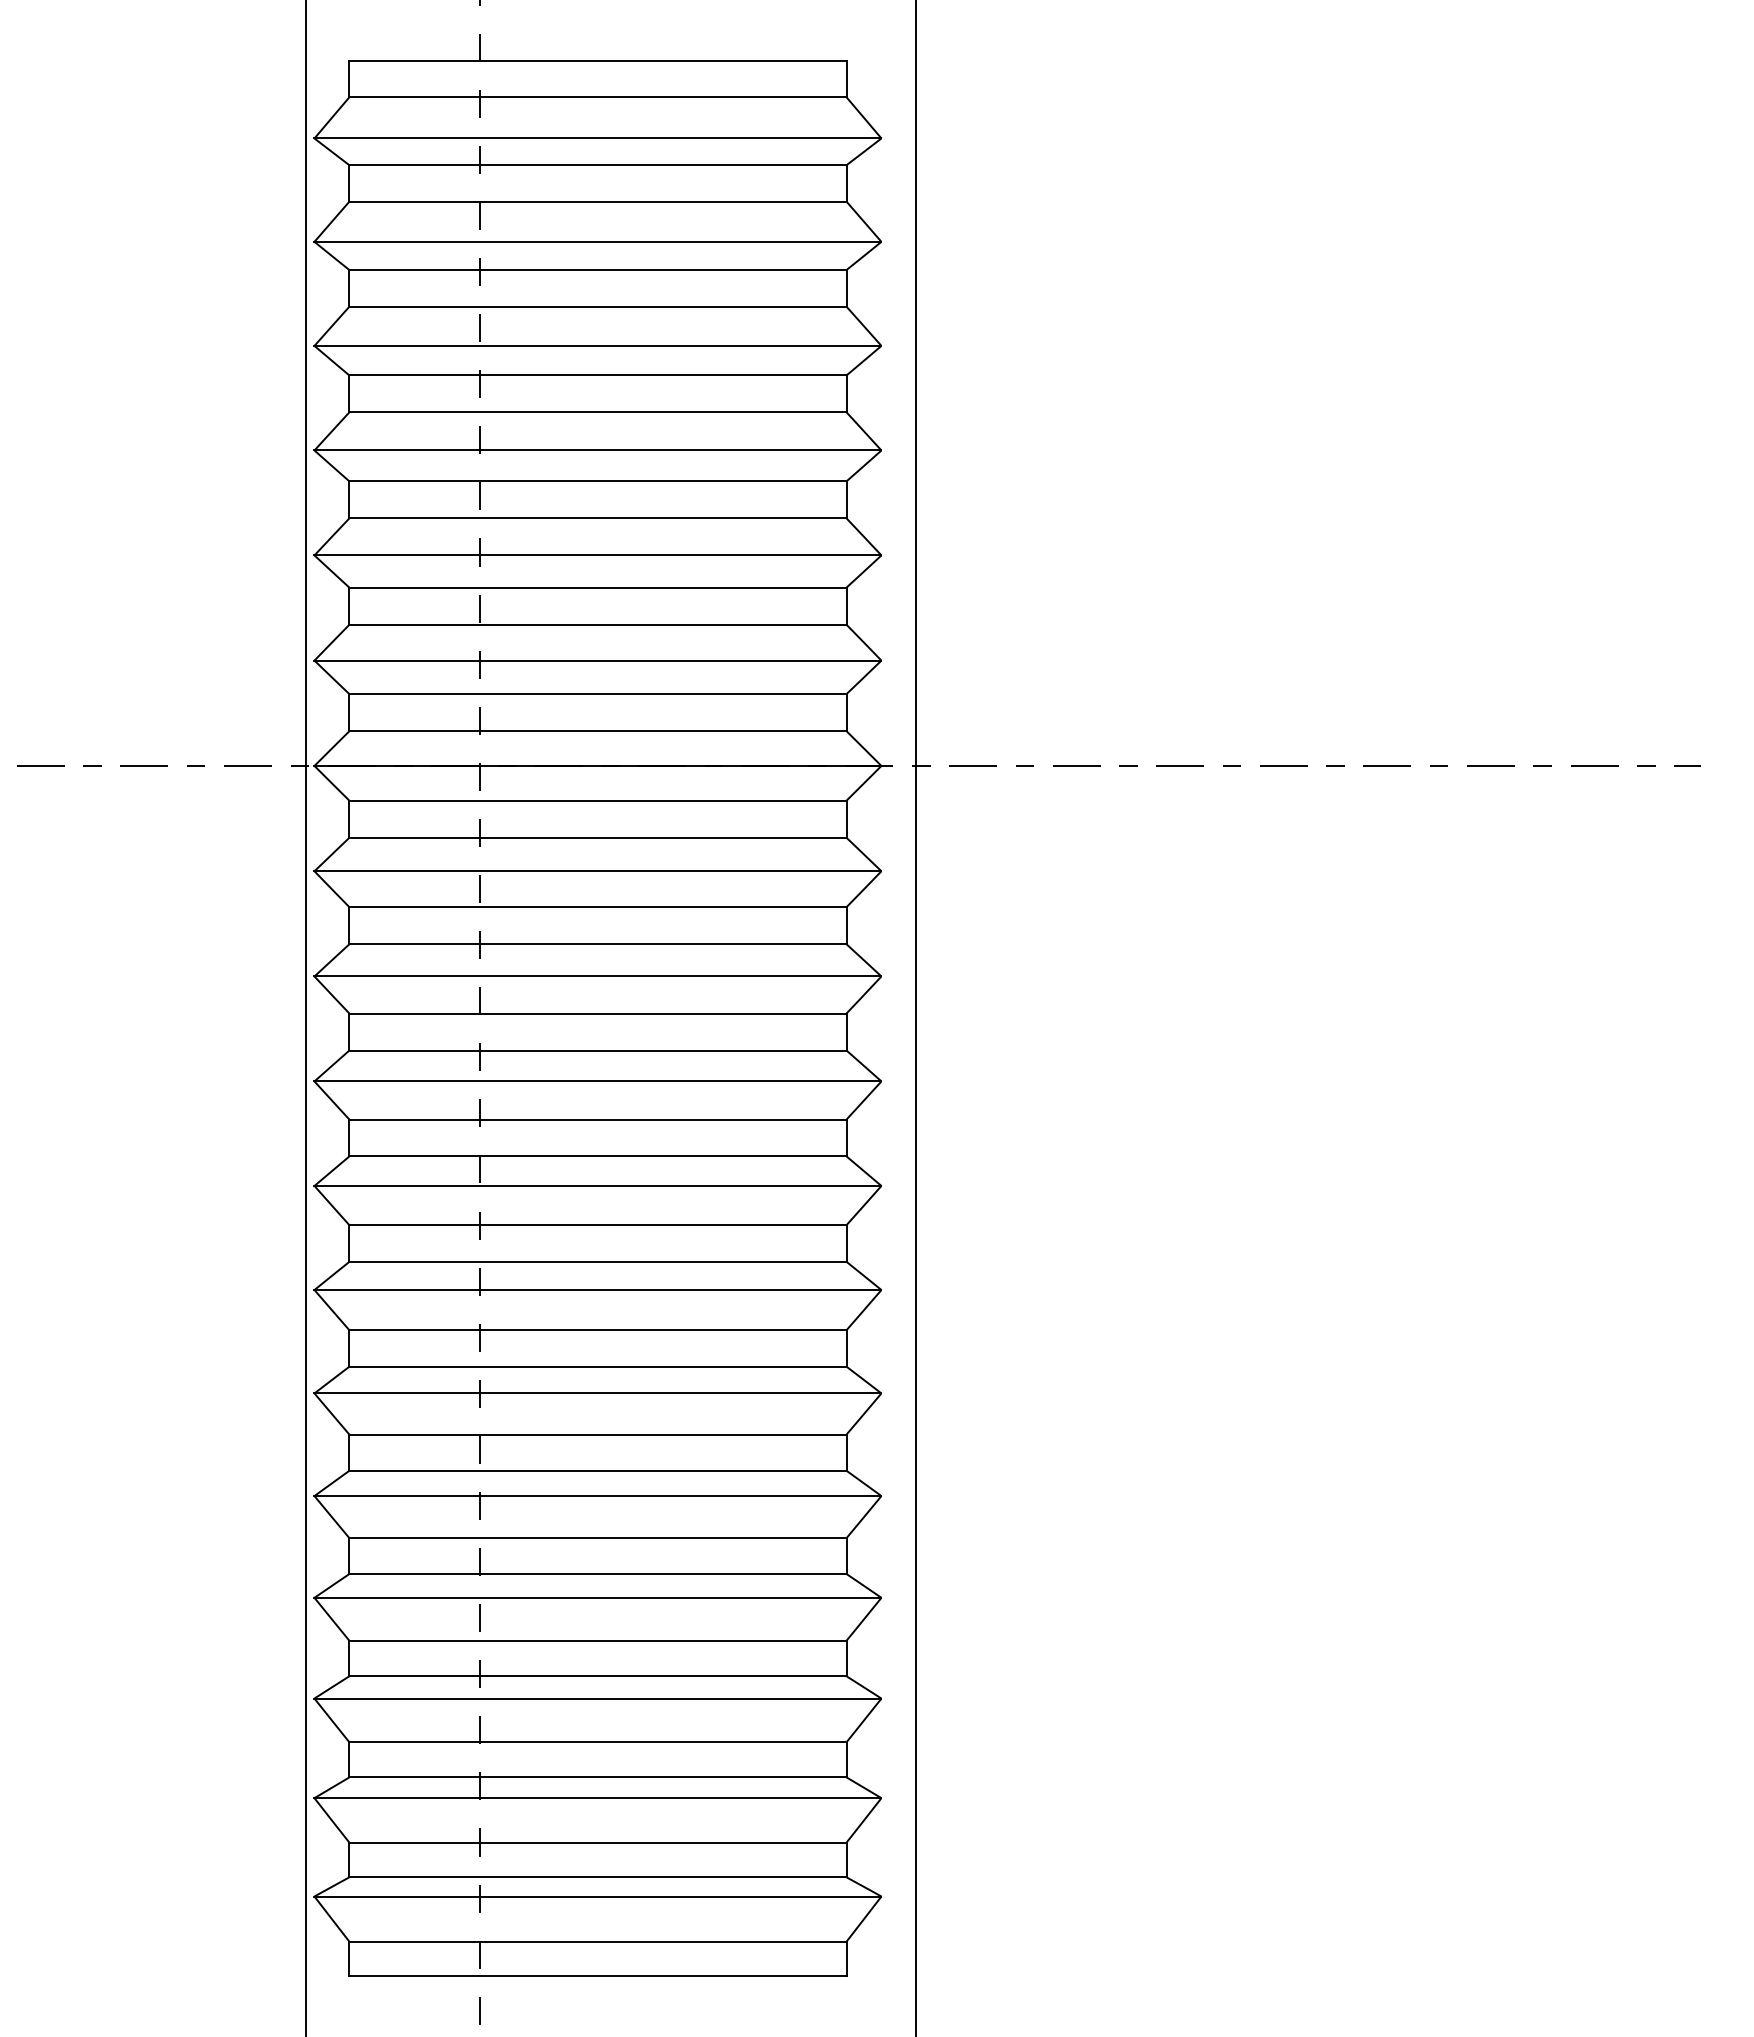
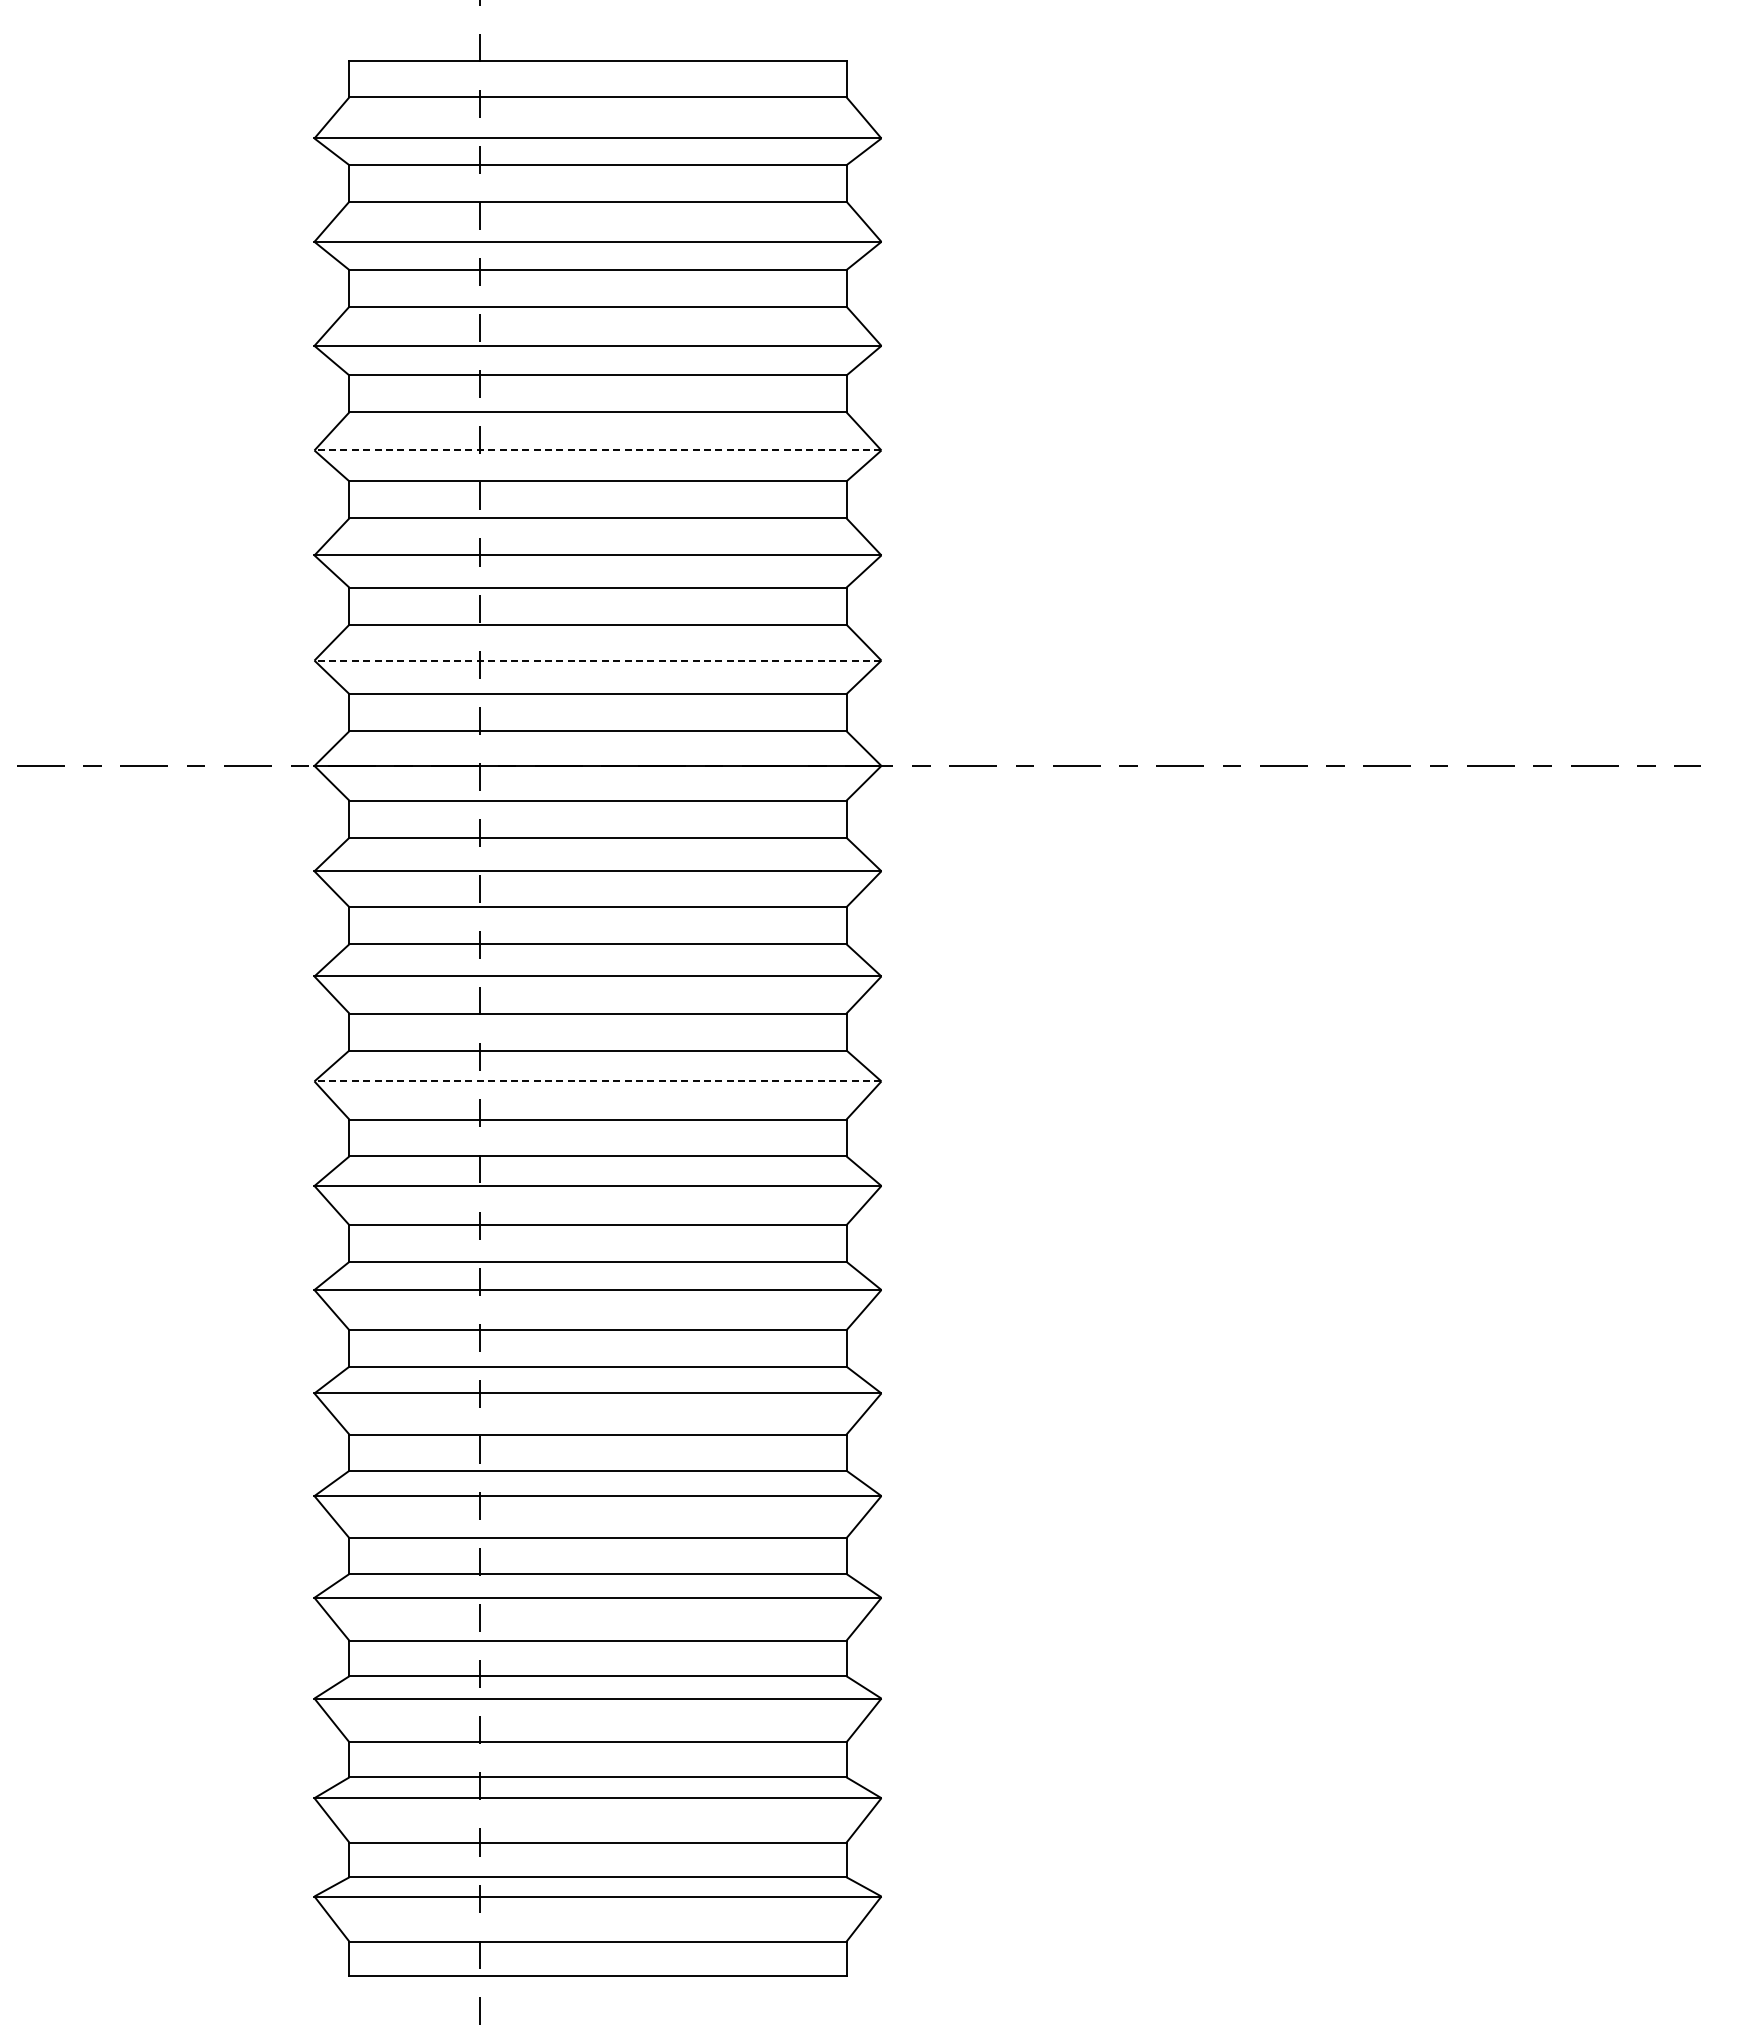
line at (597, 450): solid -> dashed
line at (597, 660): solid -> dashed
line at (305, 1017): present -> none
line at (916, 1017): present -> none
line at (597, 1081): solid -> dashed
